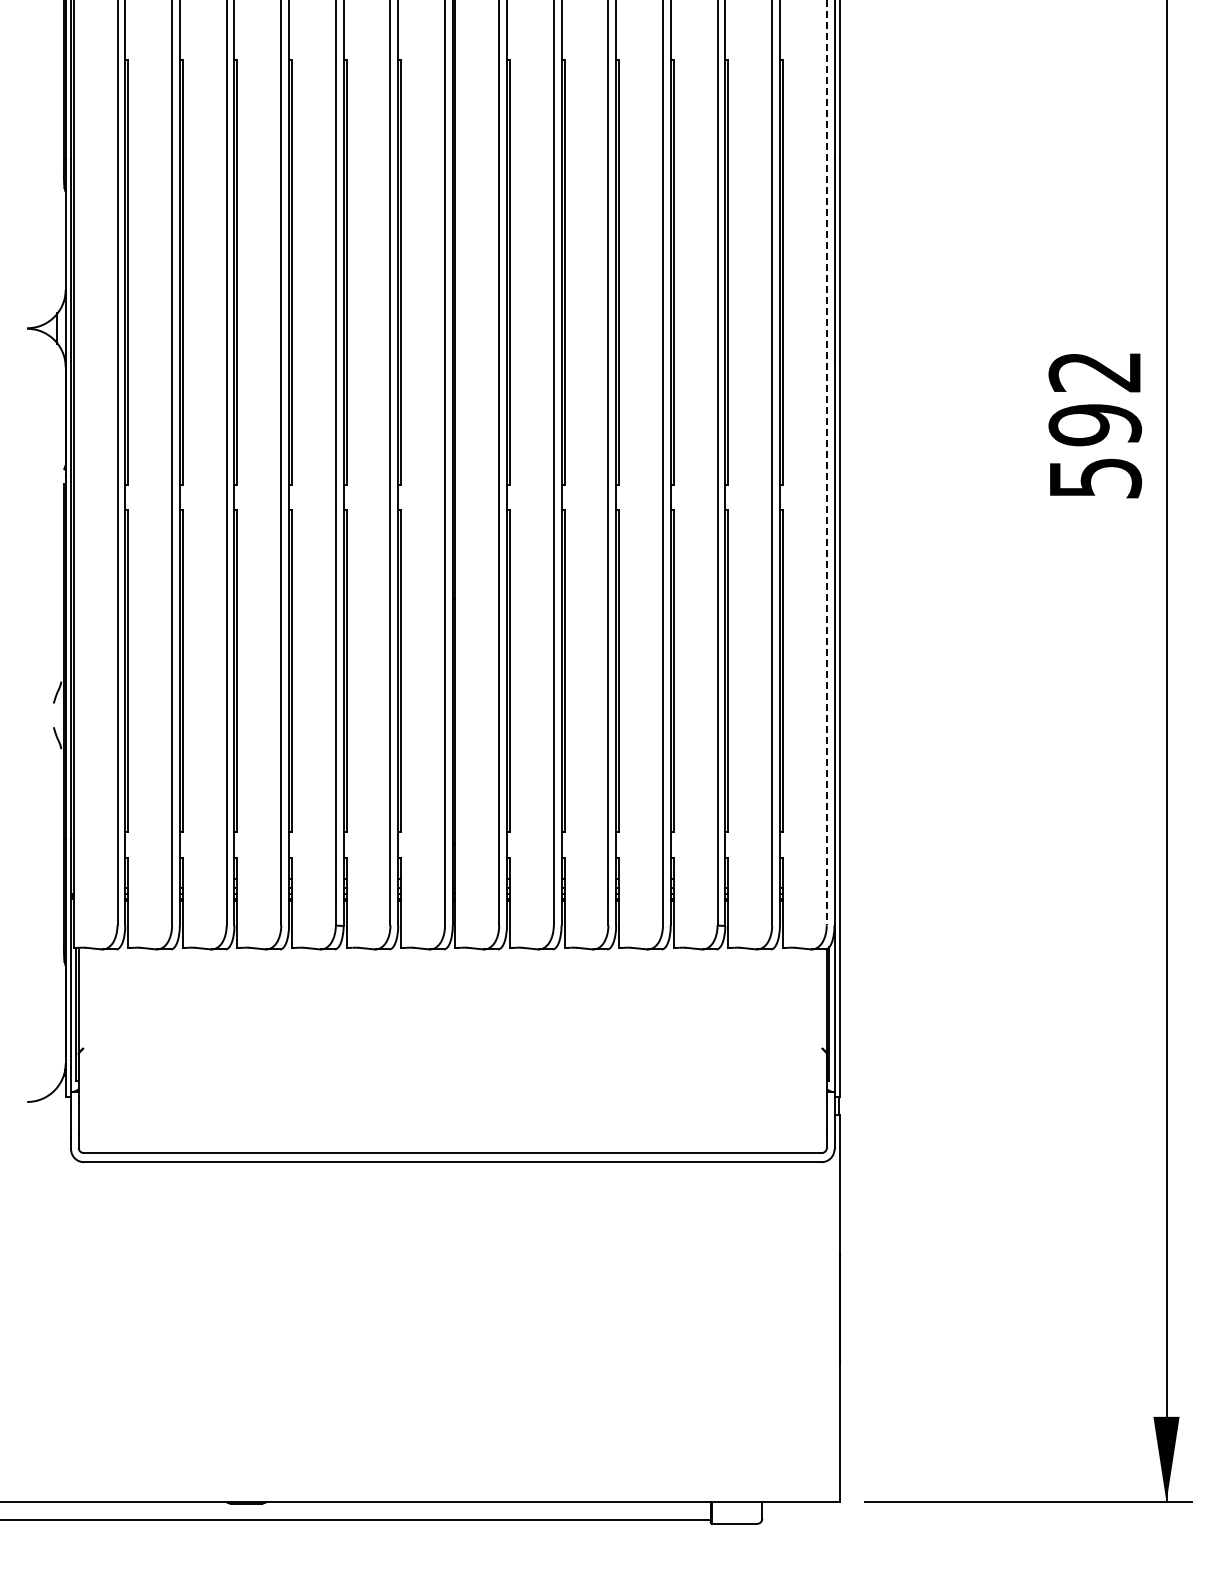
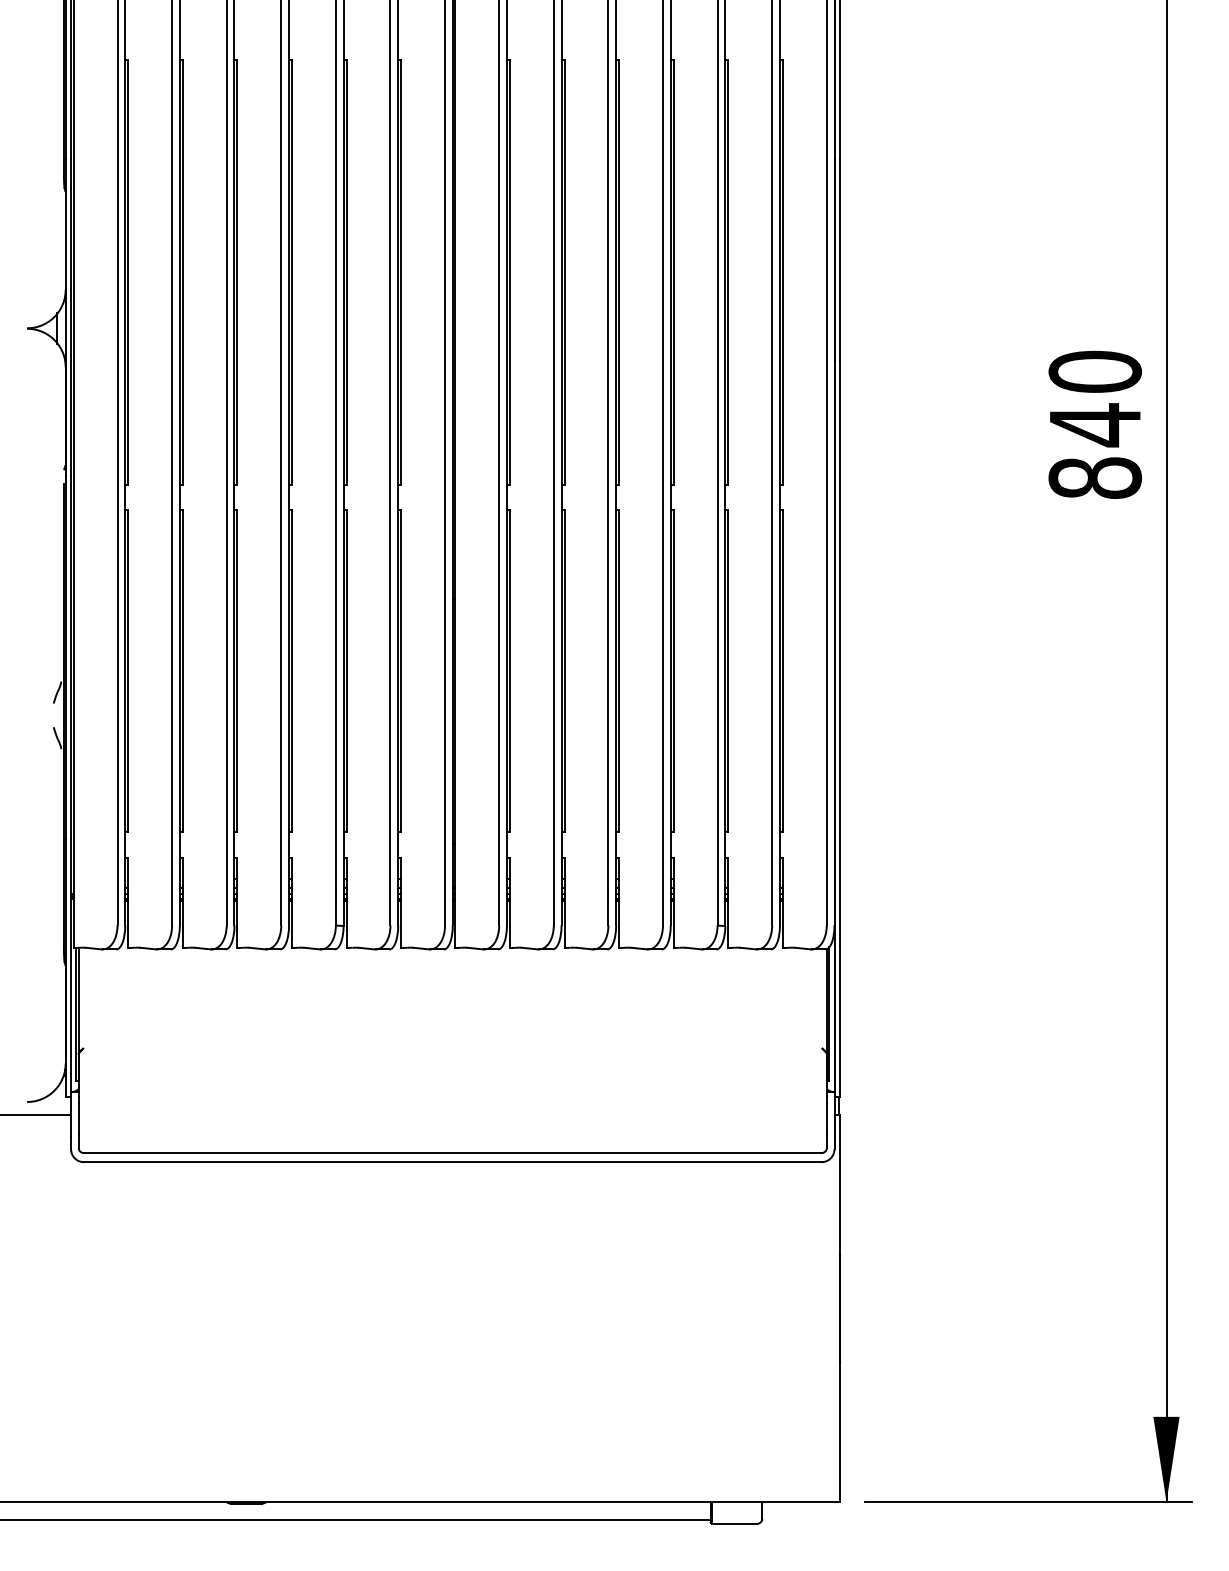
text at (1095, 424): 592 -> 840
line at (826, 463): dashed -> solid
line at (36, 1115): none -> present
